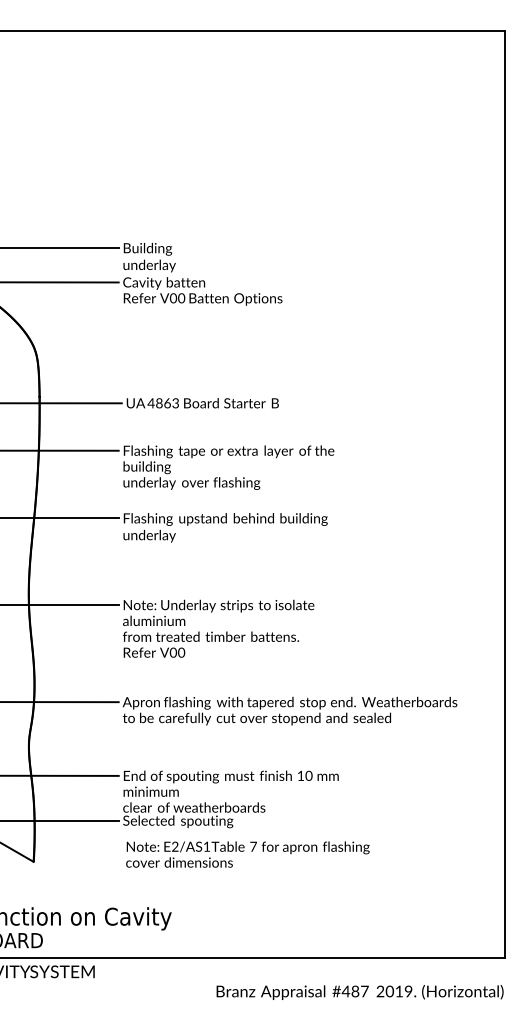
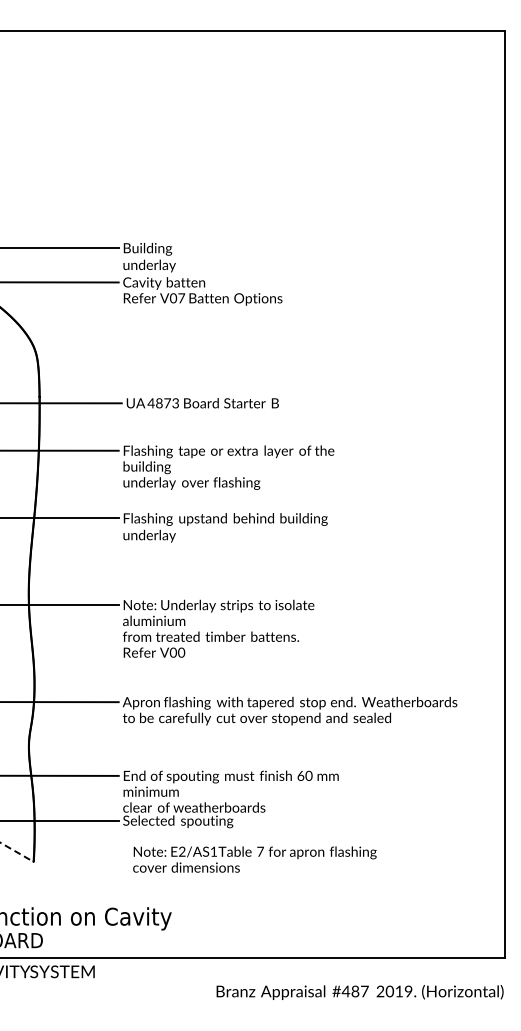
text at (181, 298): V00 -> V07
text at (167, 403): 4863 -> 4873
text at (300, 775): 10 -> 60
line at (17, 852): solid -> dashed
text at (247, 854) position: (247, 854) -> (254, 859)
